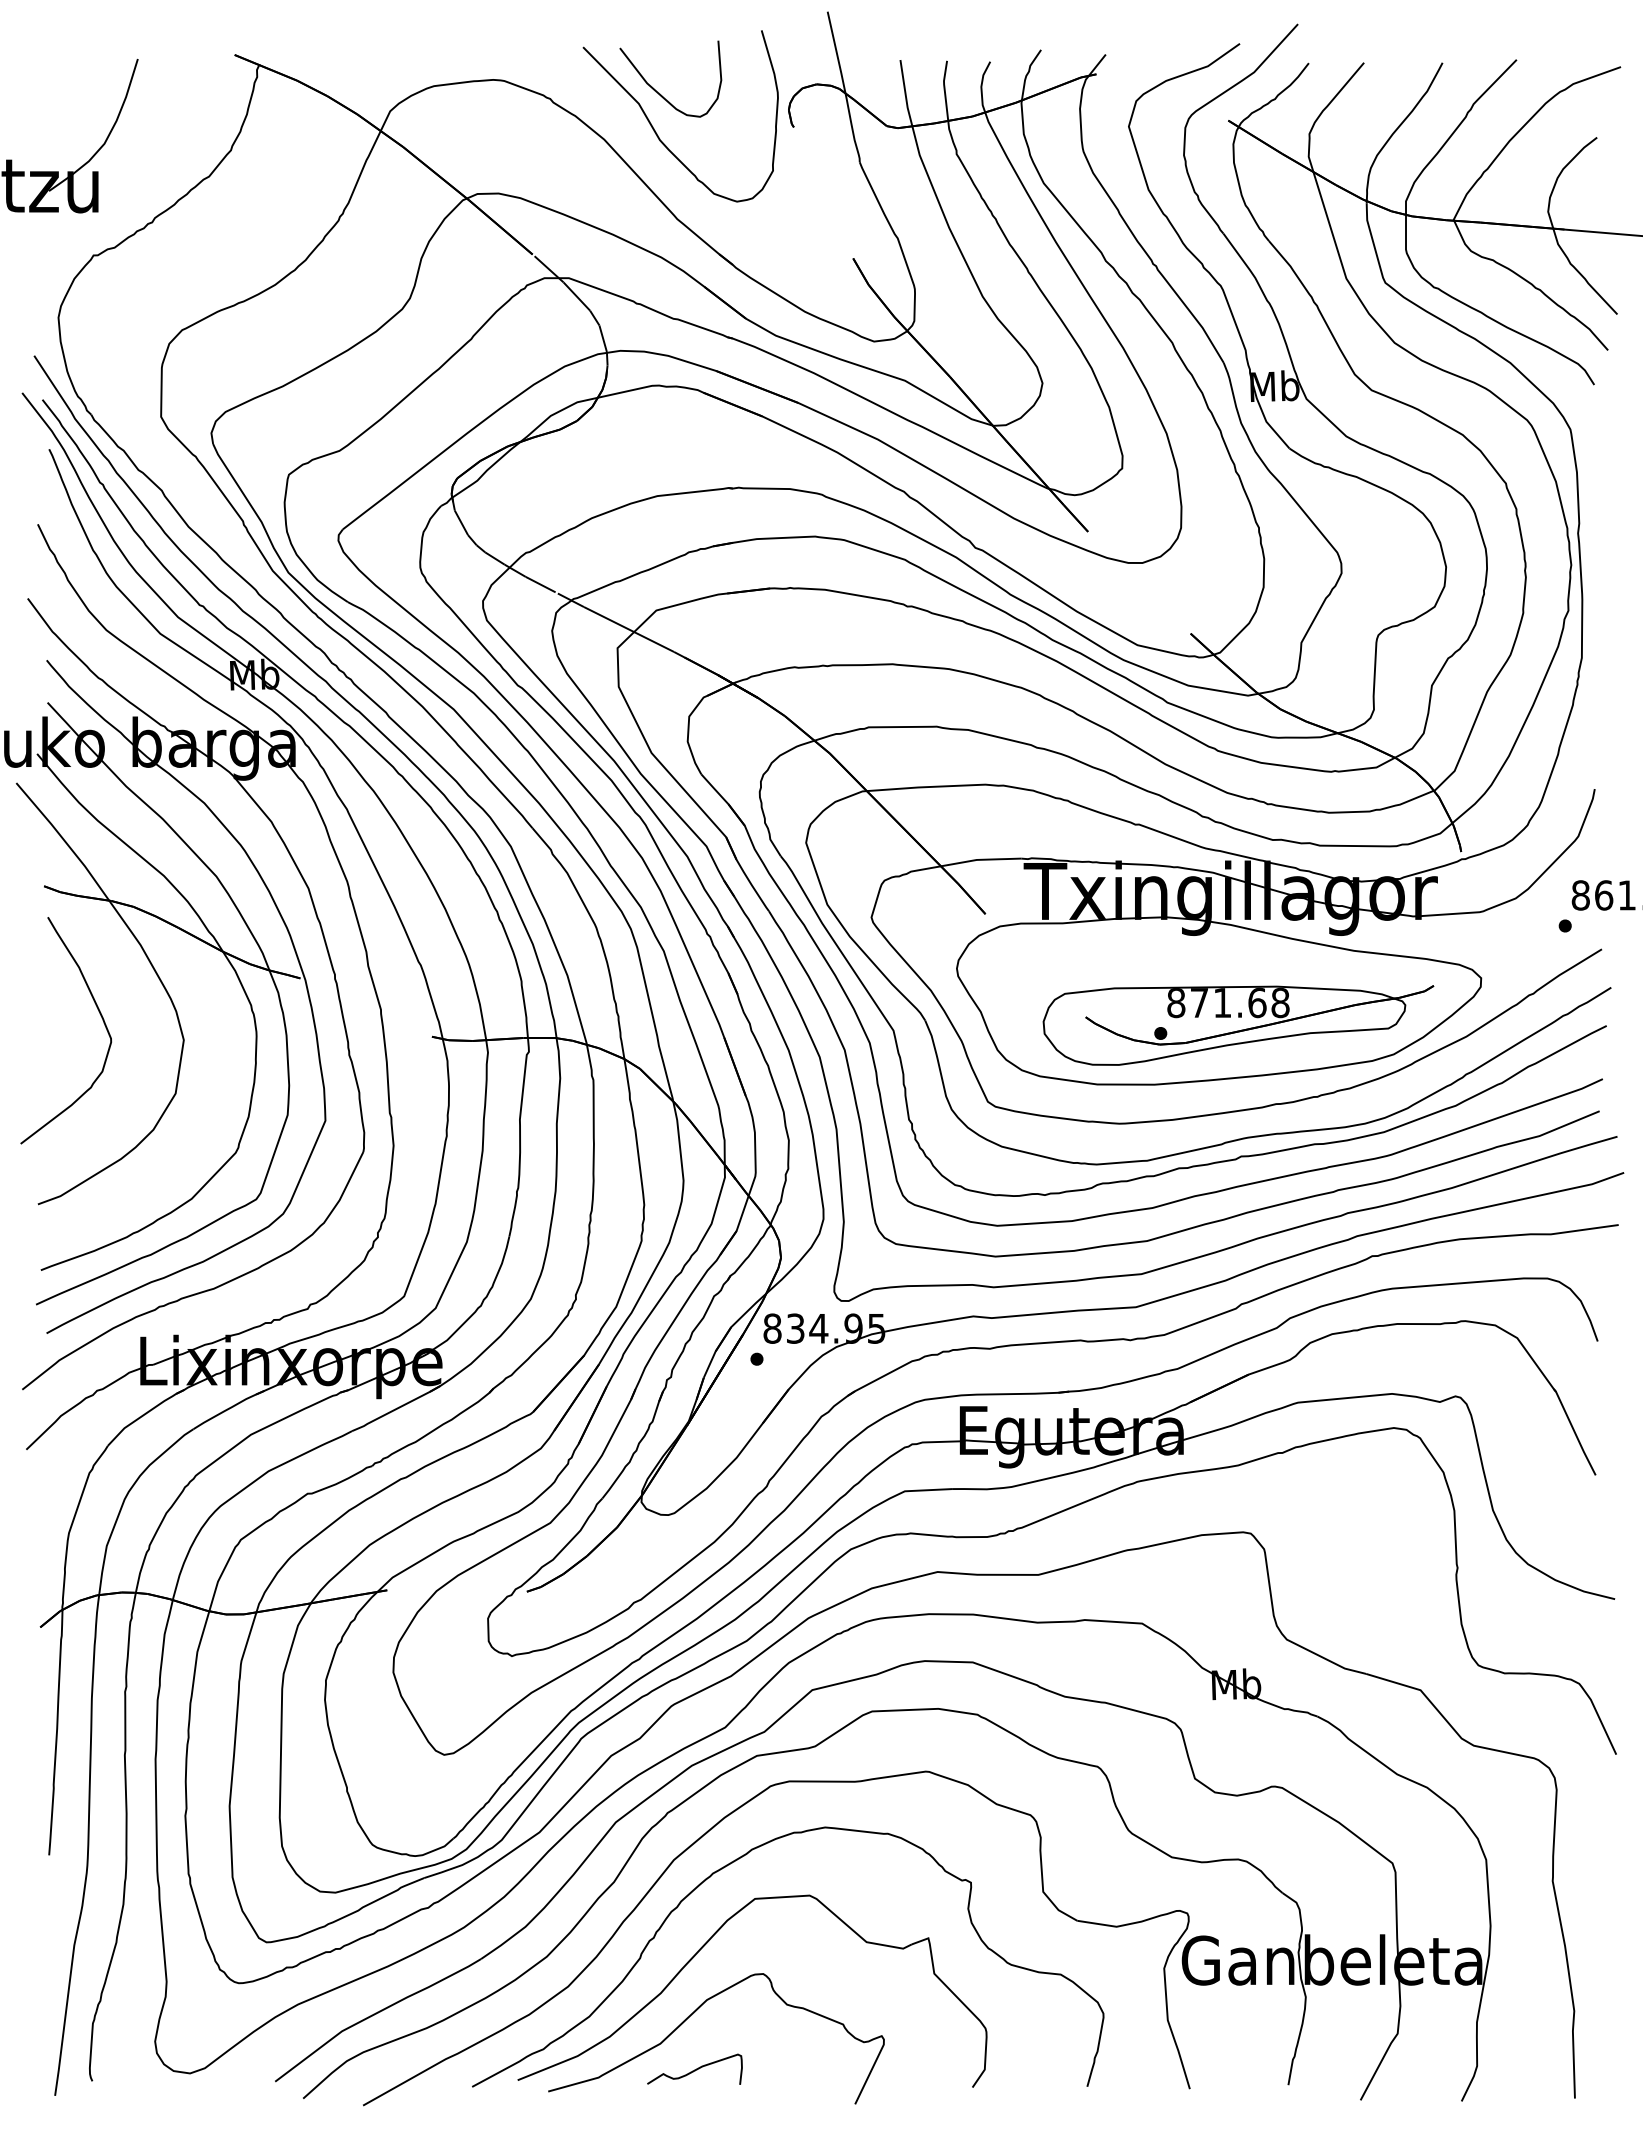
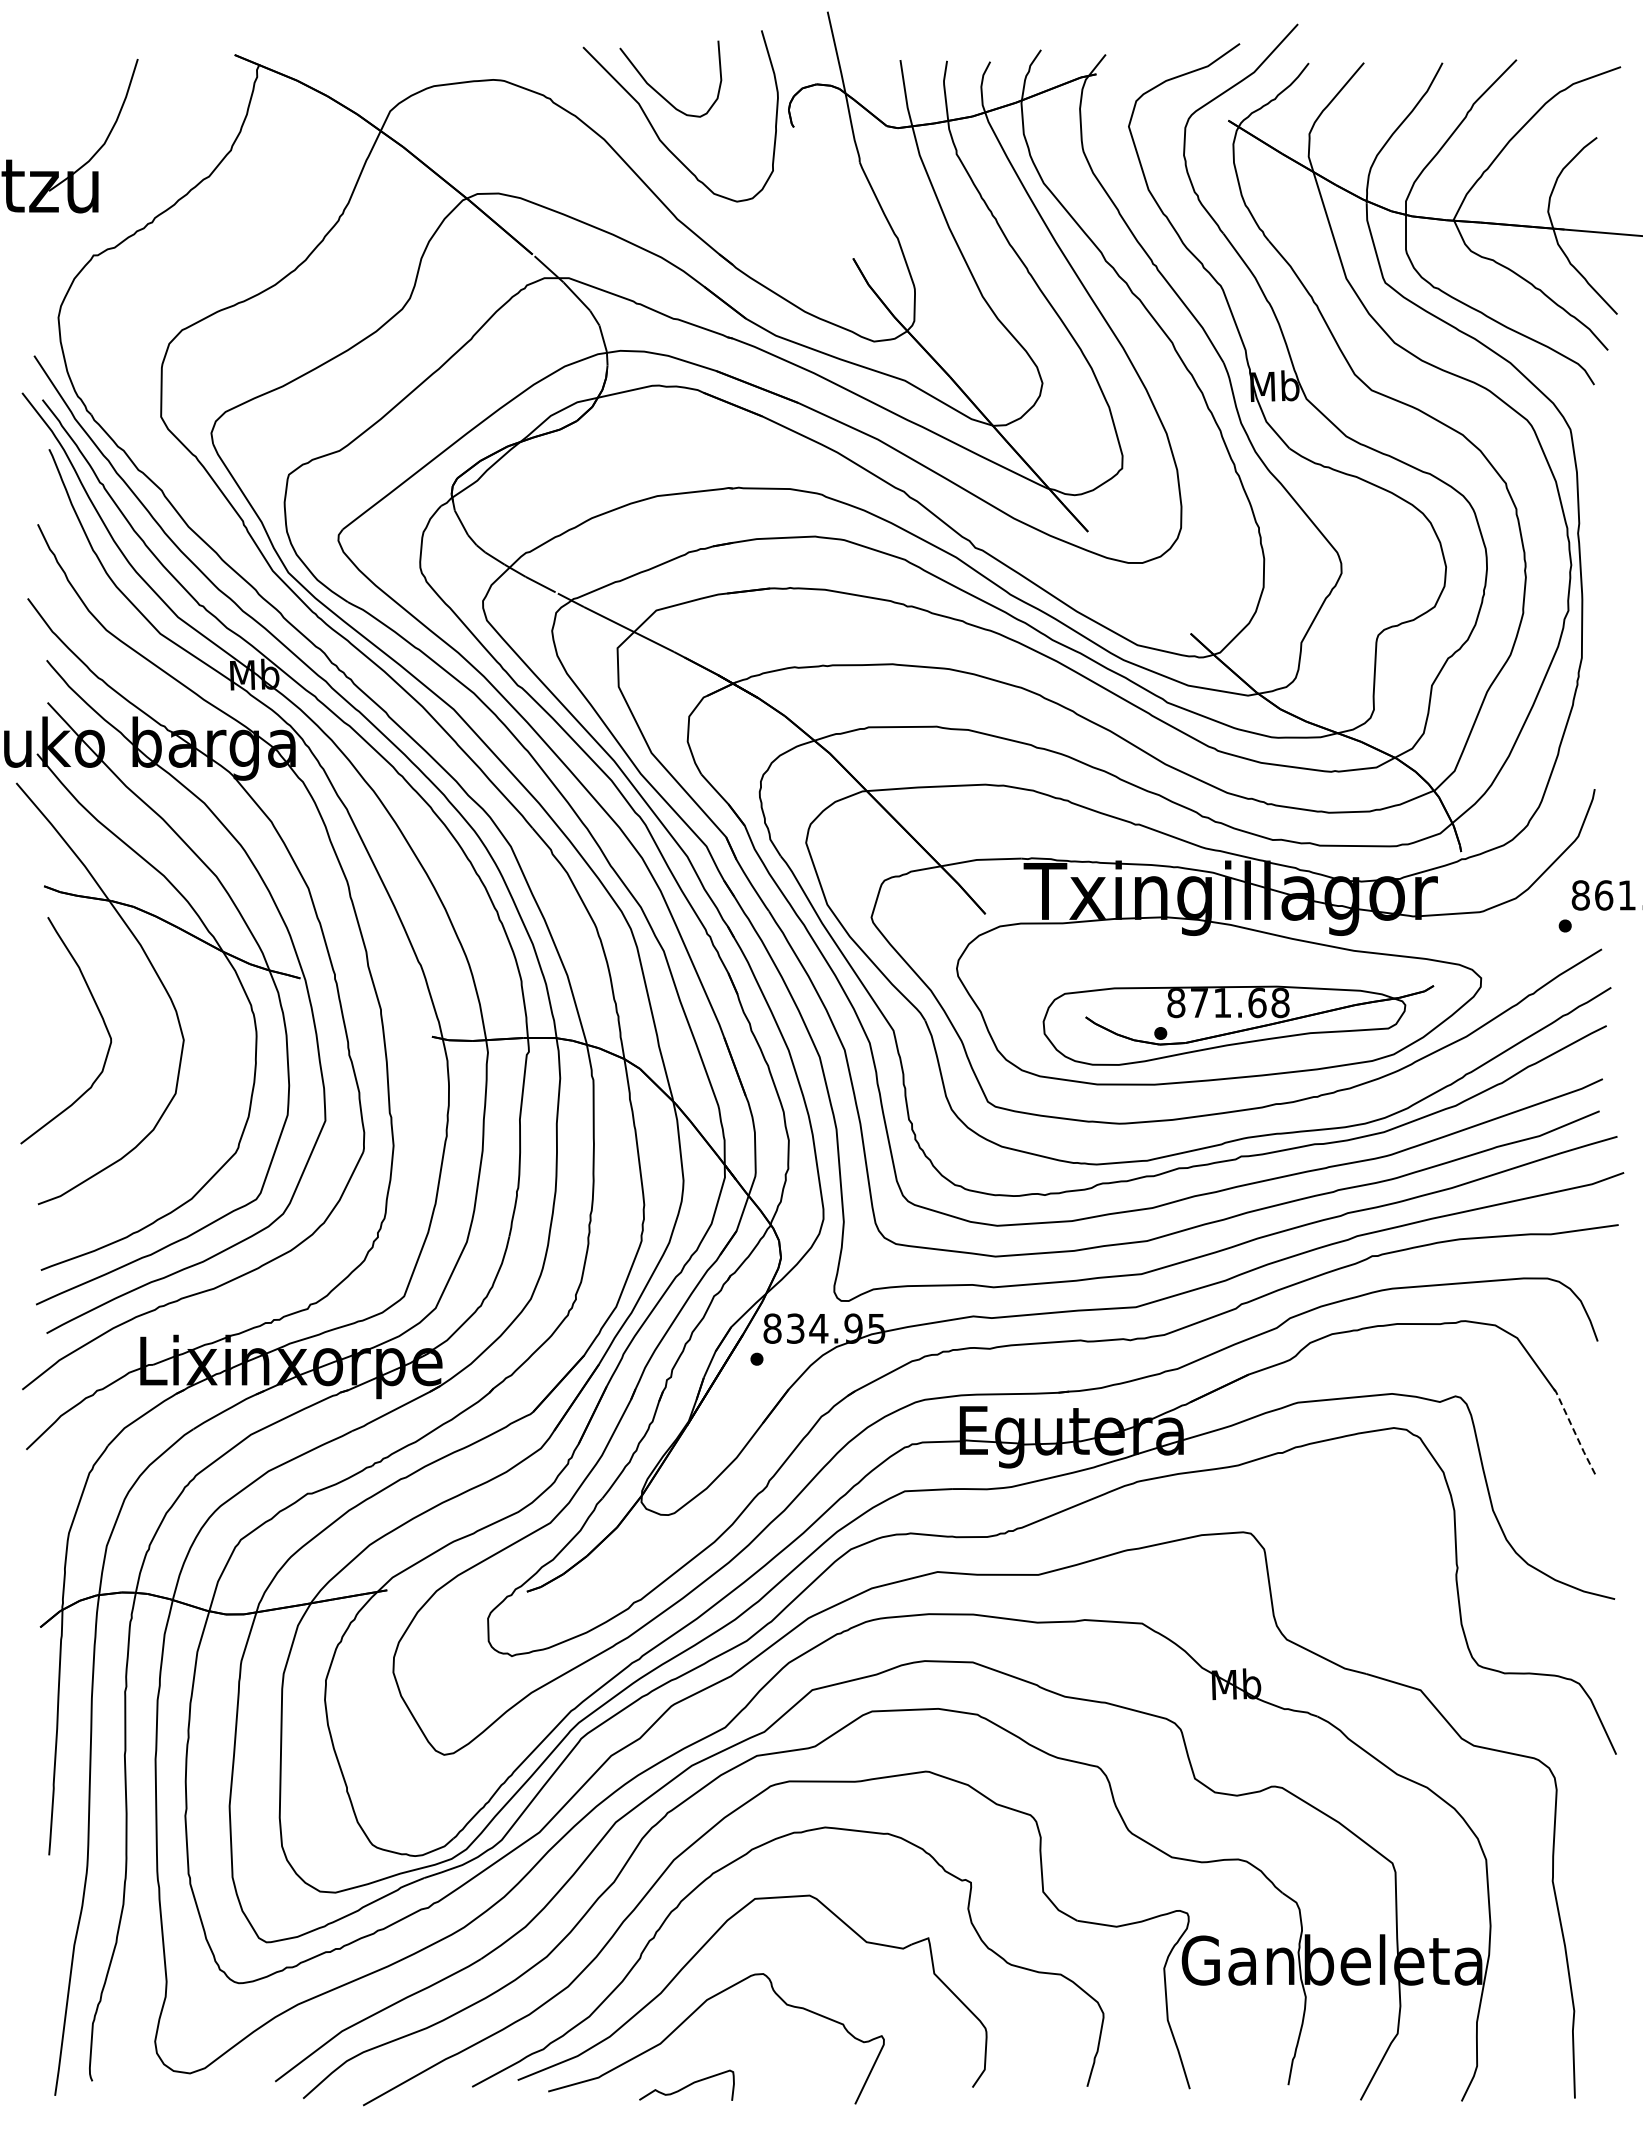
line at (1574, 1432): solid -> dashed
curve at (694, 2069) position: (694, 2069) -> (686, 2085)
